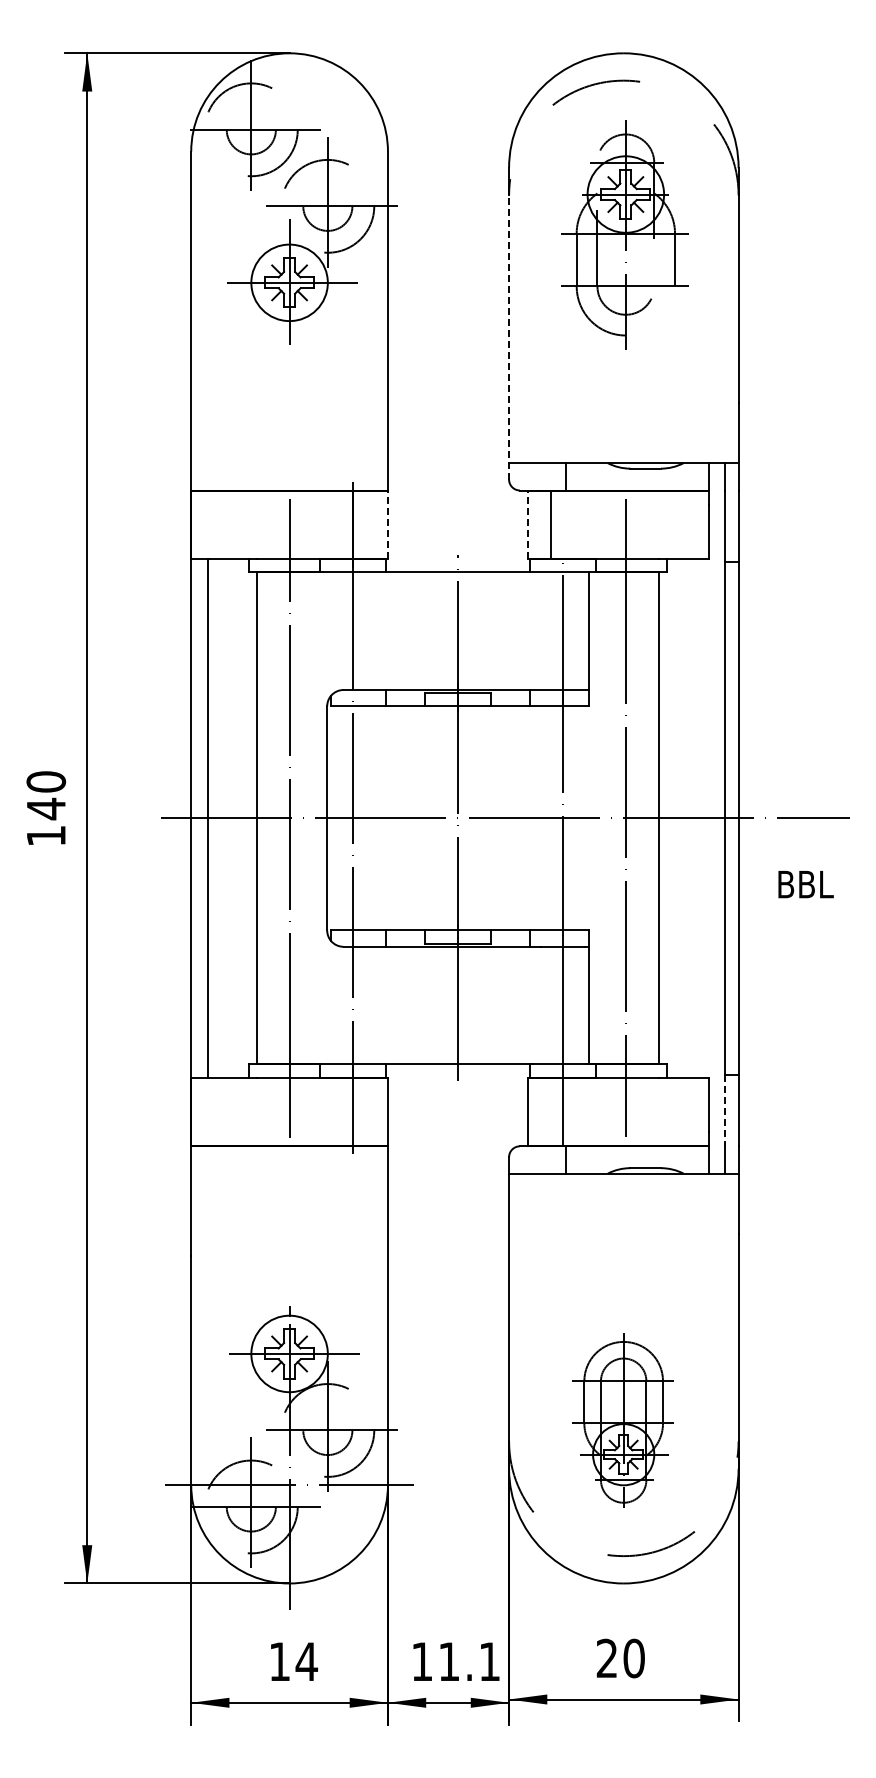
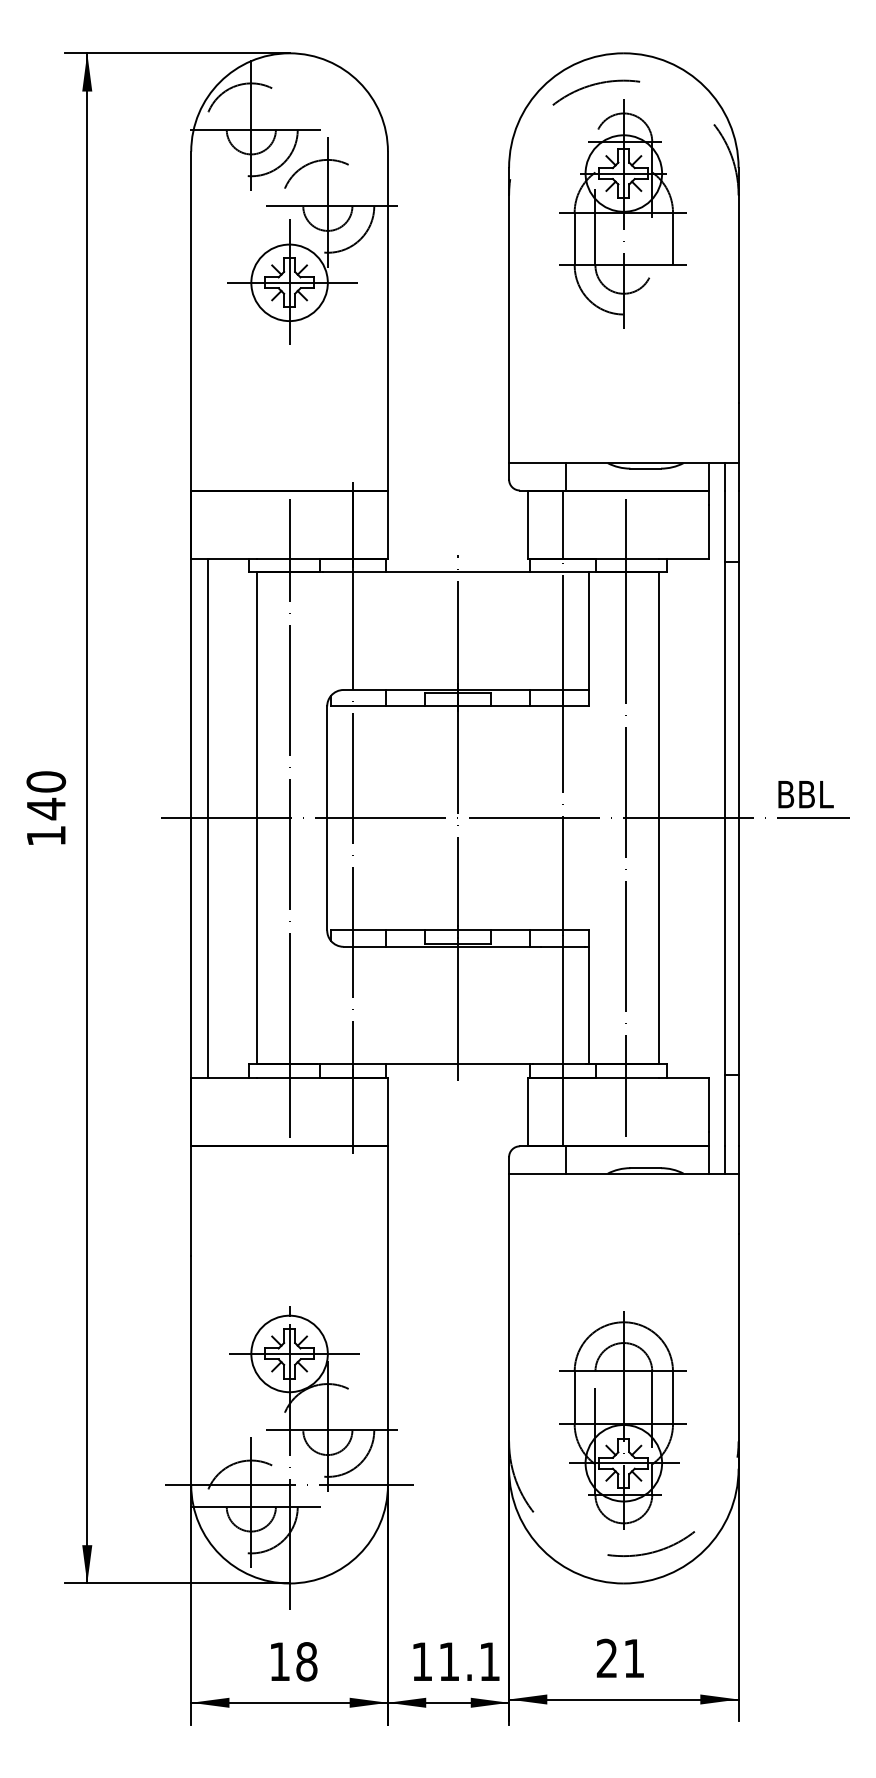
part at (624, 234) position: (624, 234) -> (622, 213)
line at (509, 337): dashed -> solid
line at (387, 524): dashed -> solid
line at (528, 524): dashed -> solid
line at (551, 524) position: (551, 524) -> (563, 524)
text at (805, 884) position: (805, 884) -> (805, 794)
line at (724, 1110): dashed -> solid
part at (622, 1420) size: 102x175 px -> 128x219 px
text at (633, 1658): 20 -> 21
text at (306, 1661): 14 -> 18
